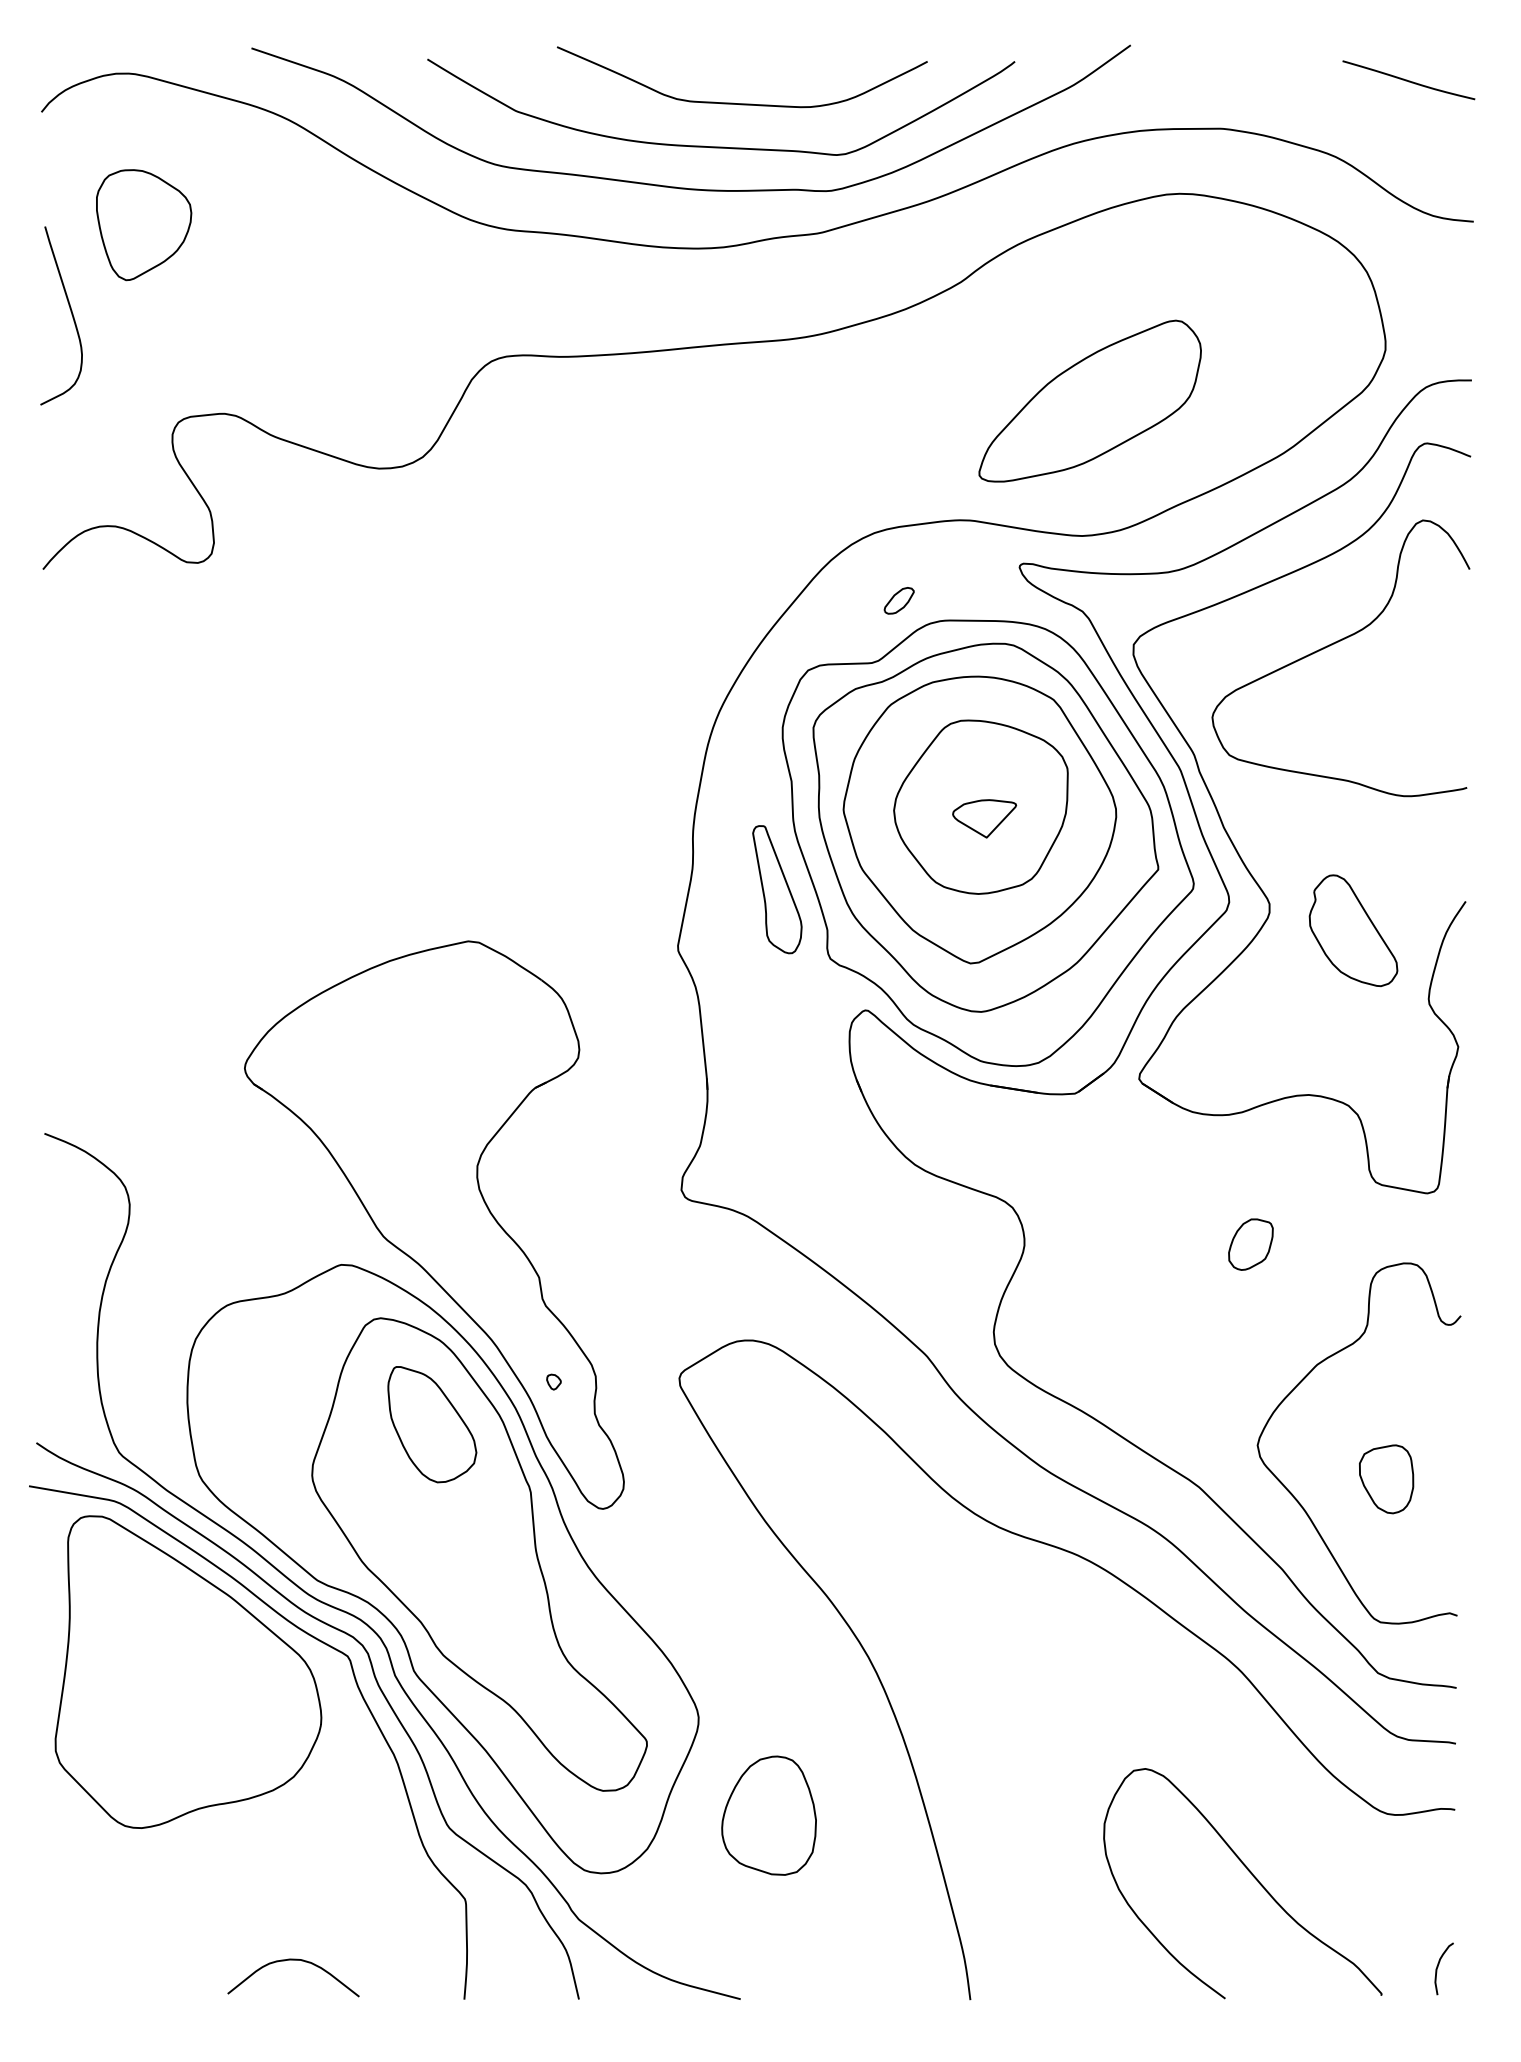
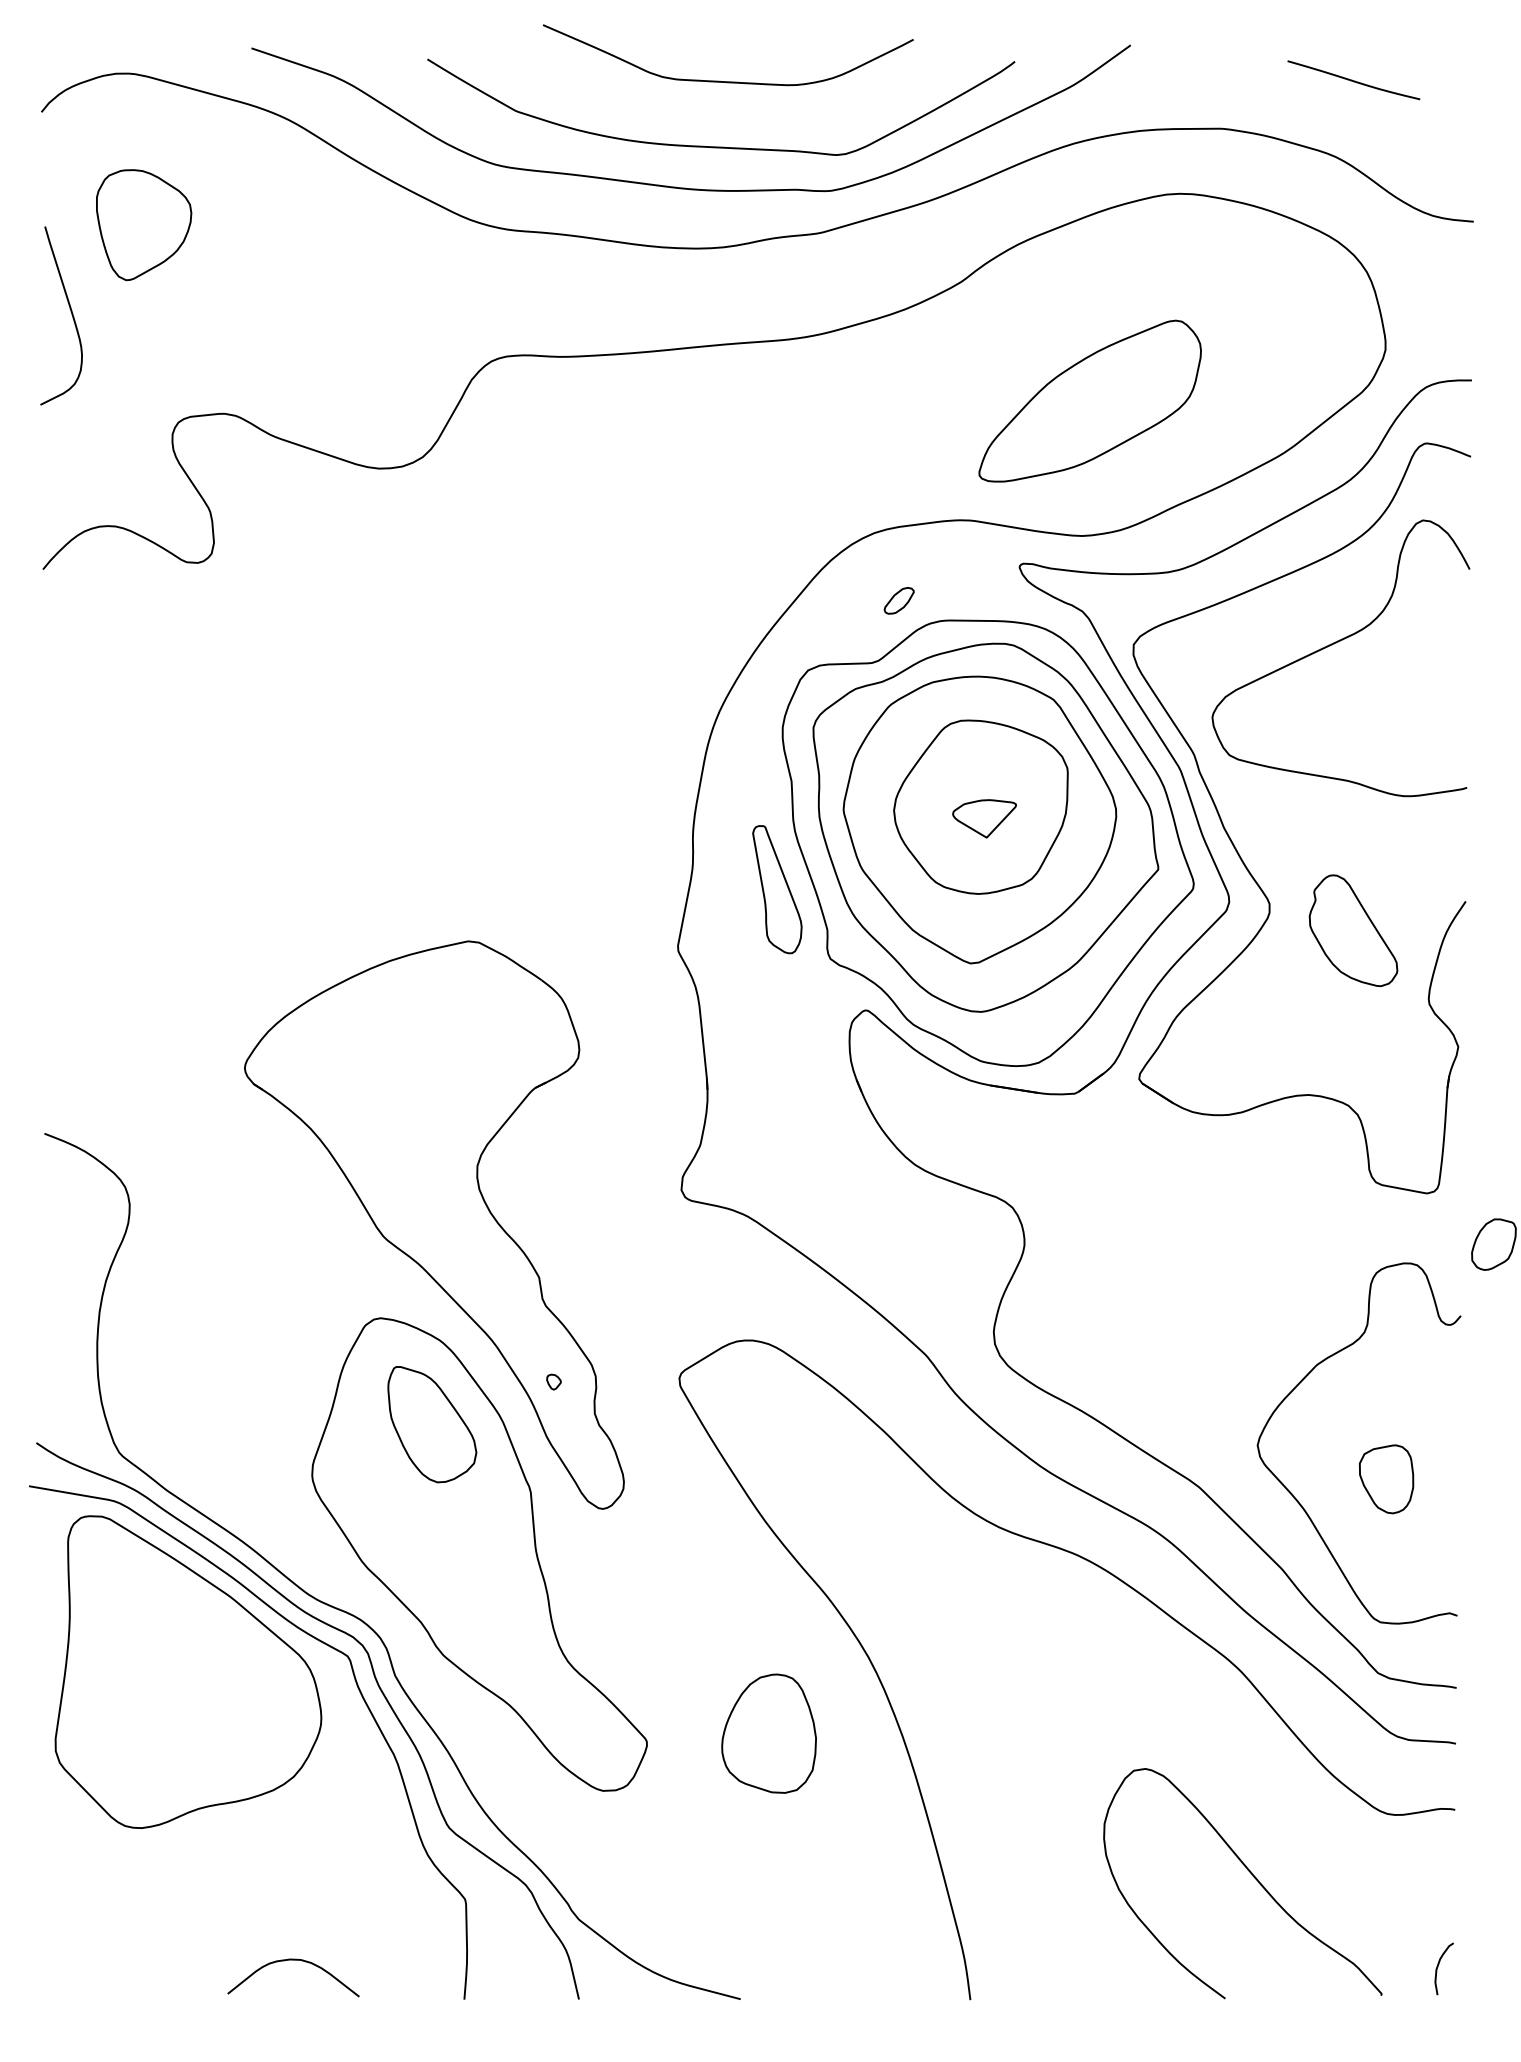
curve at (1408, 80) position: (1408, 80) -> (1353, 80)
curve at (741, 103) position: (741, 103) -> (727, 81)
part at (1250, 1244) position: (1250, 1244) -> (1493, 1244)
part at (442, 1569): present -> none
part at (768, 1815) position: (768, 1815) -> (768, 1733)
